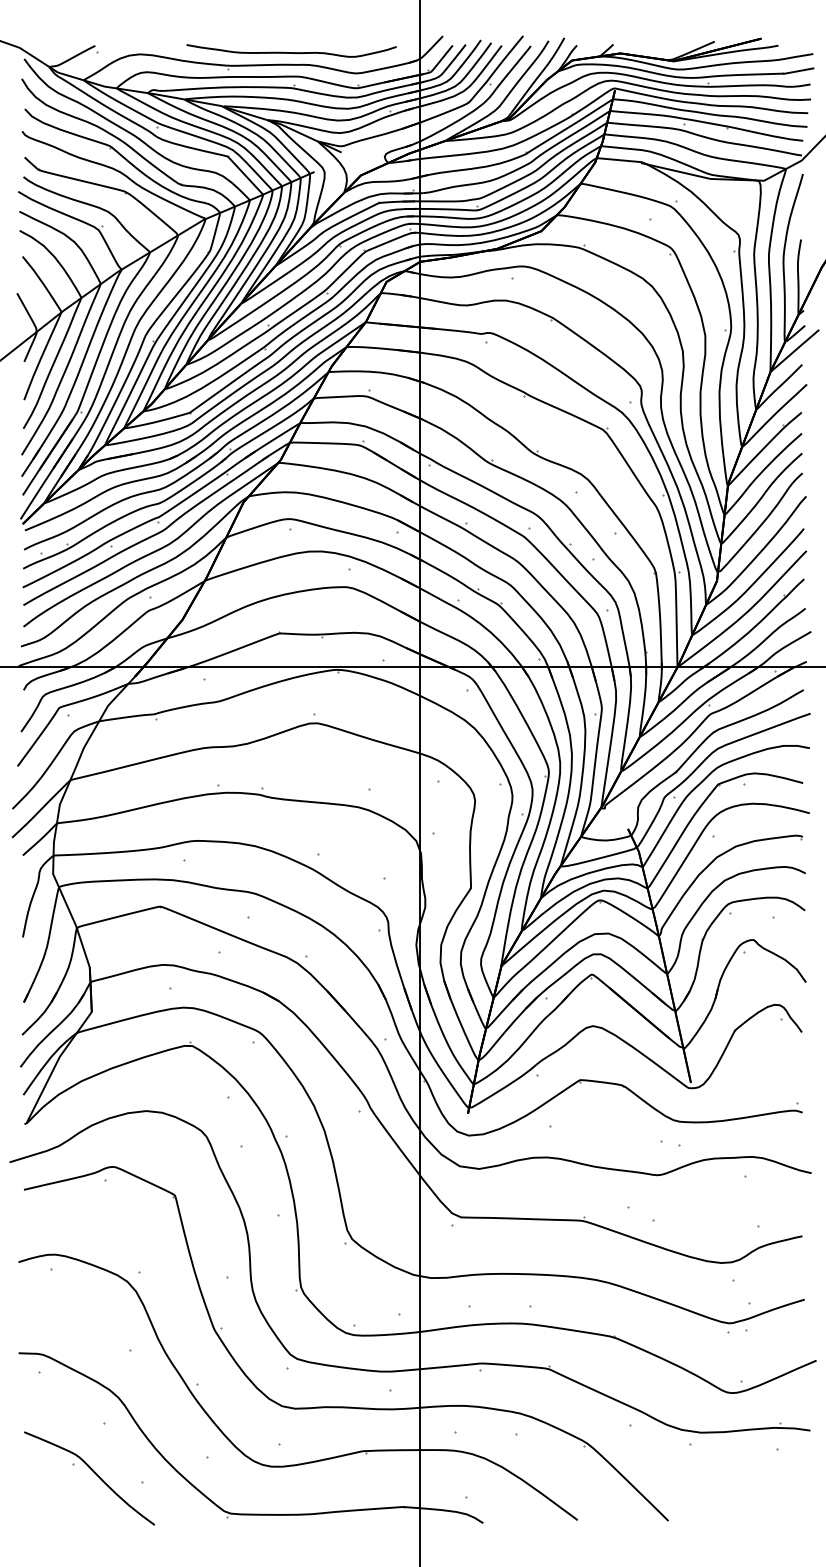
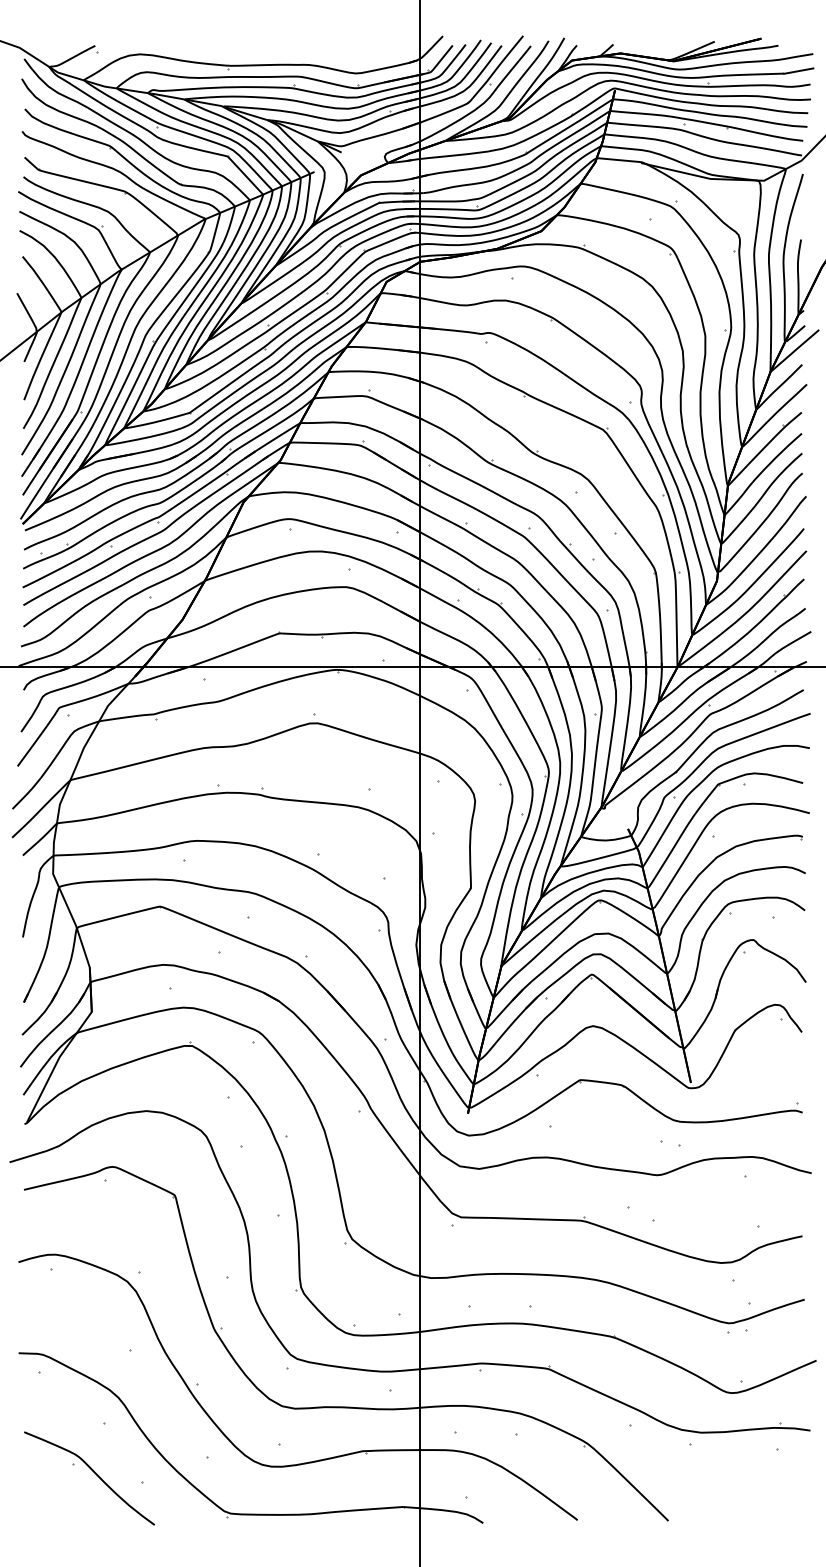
curve at (291, 52): present -> none
